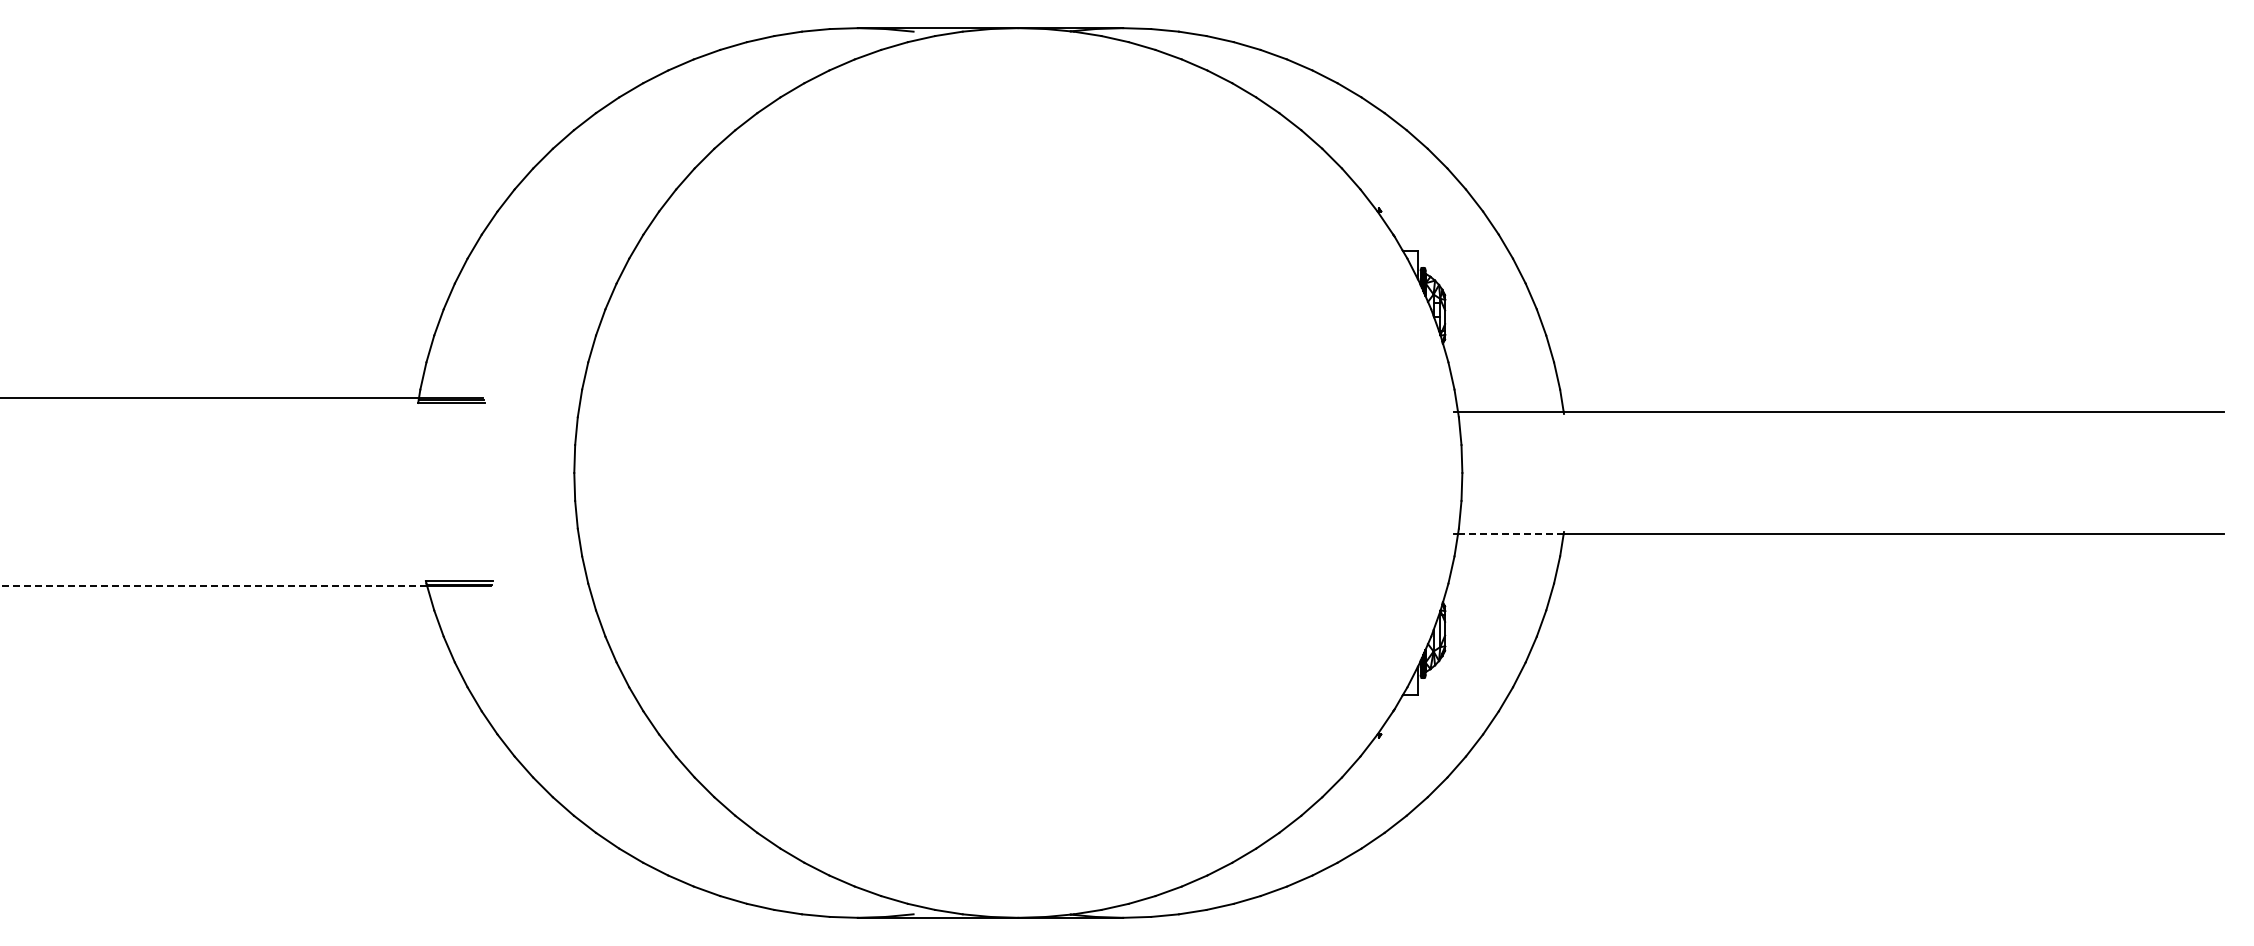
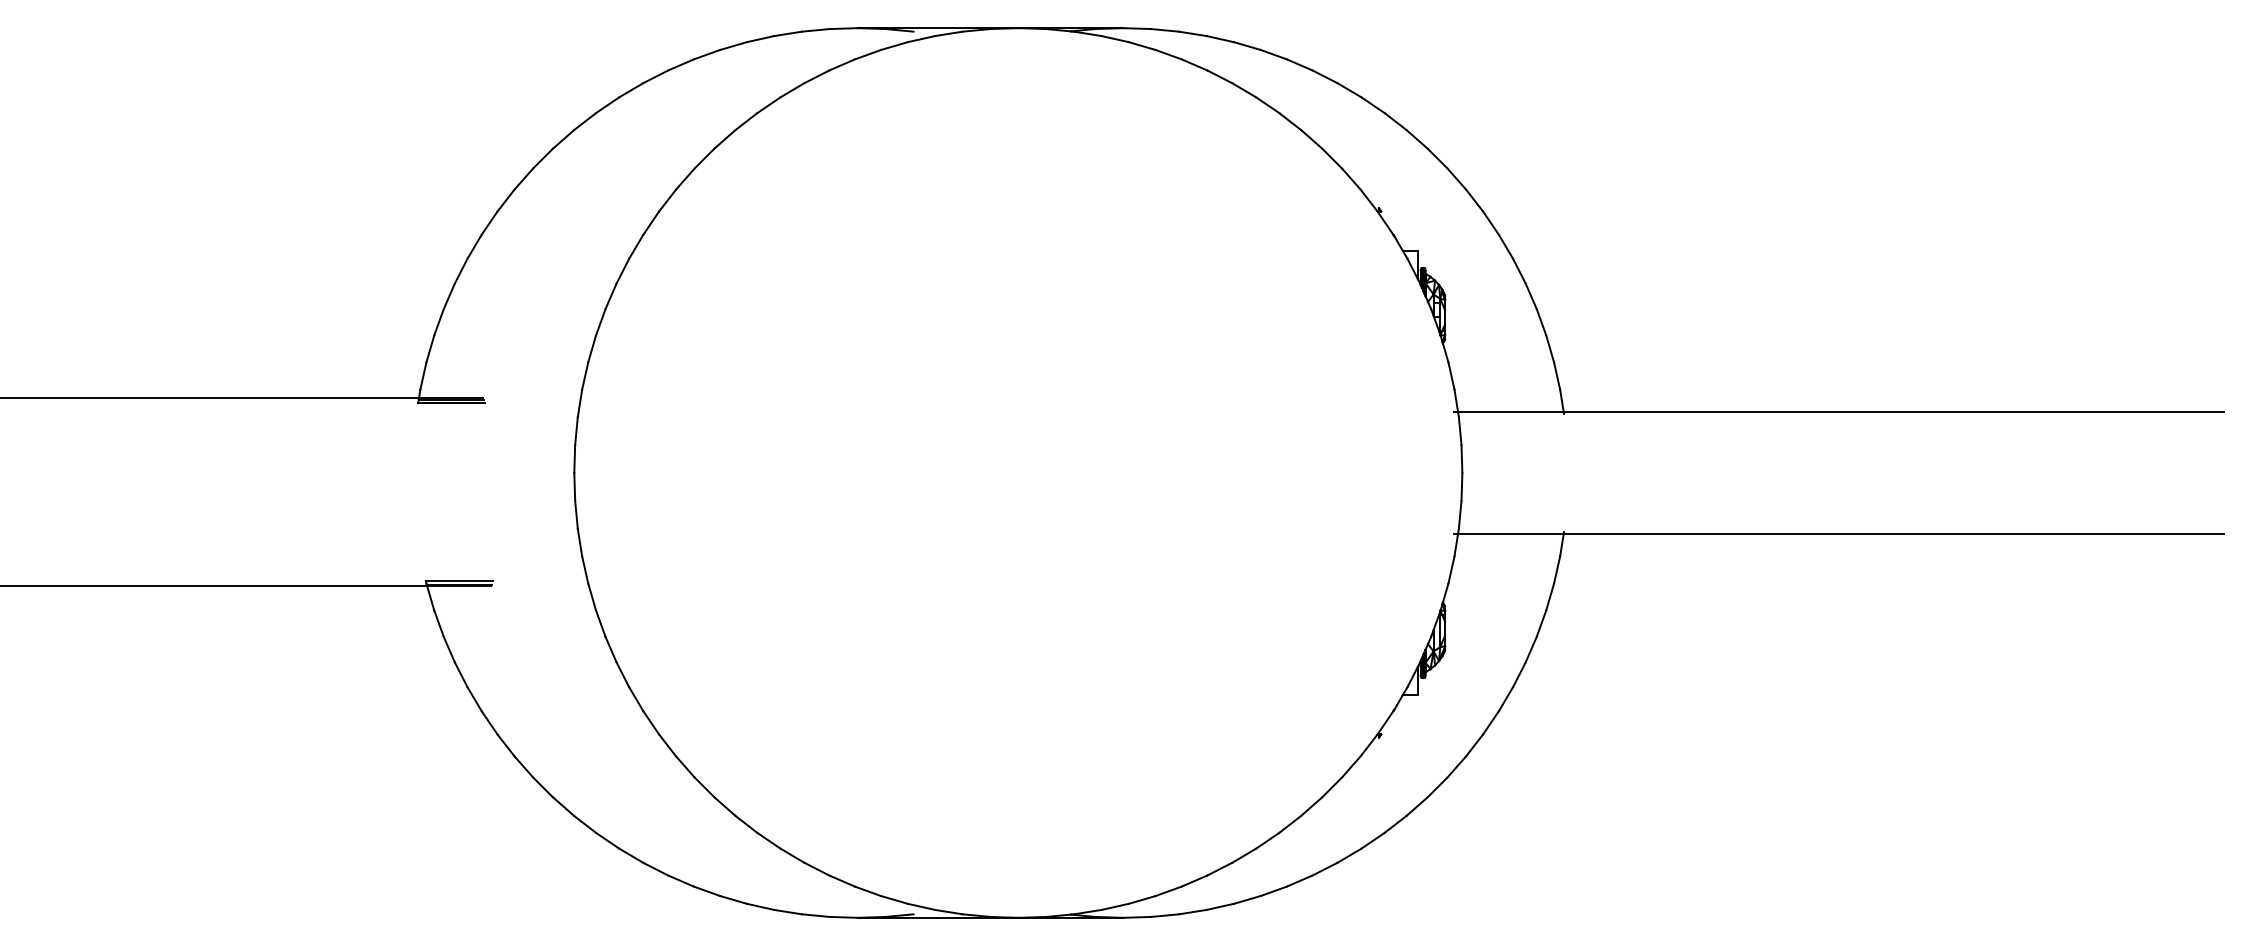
line at (1510, 534): dashed -> solid
line at (213, 585): dashed -> solid
